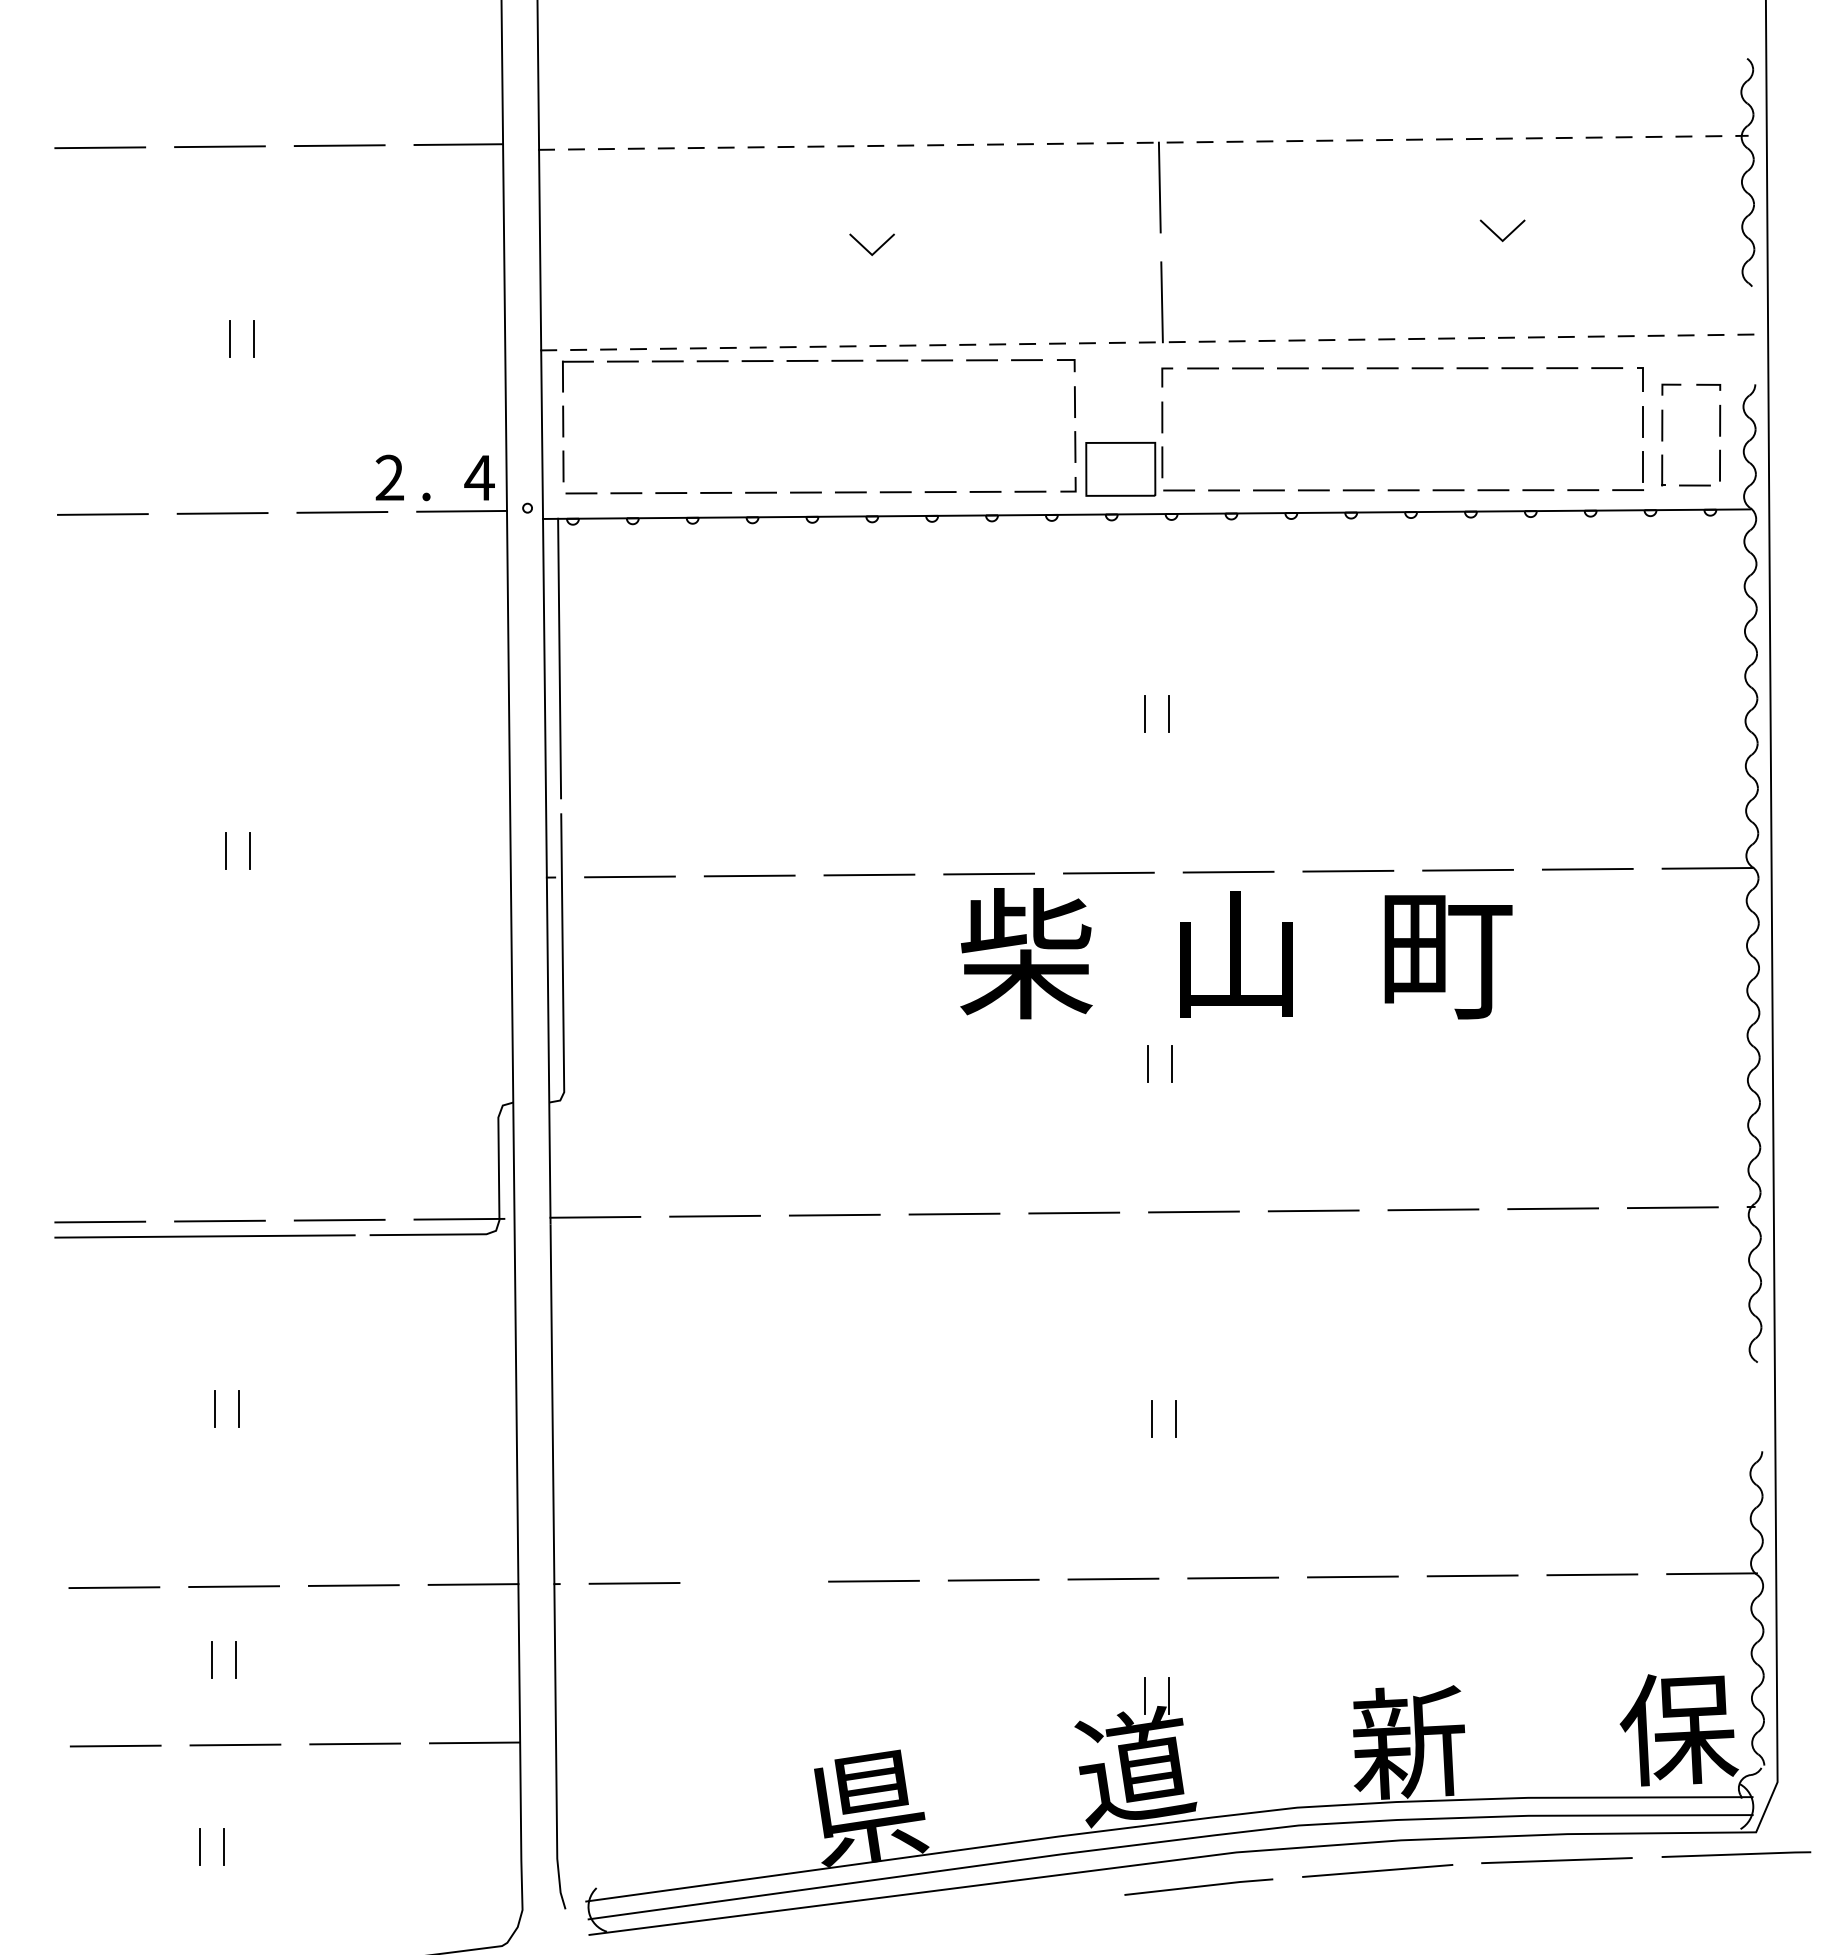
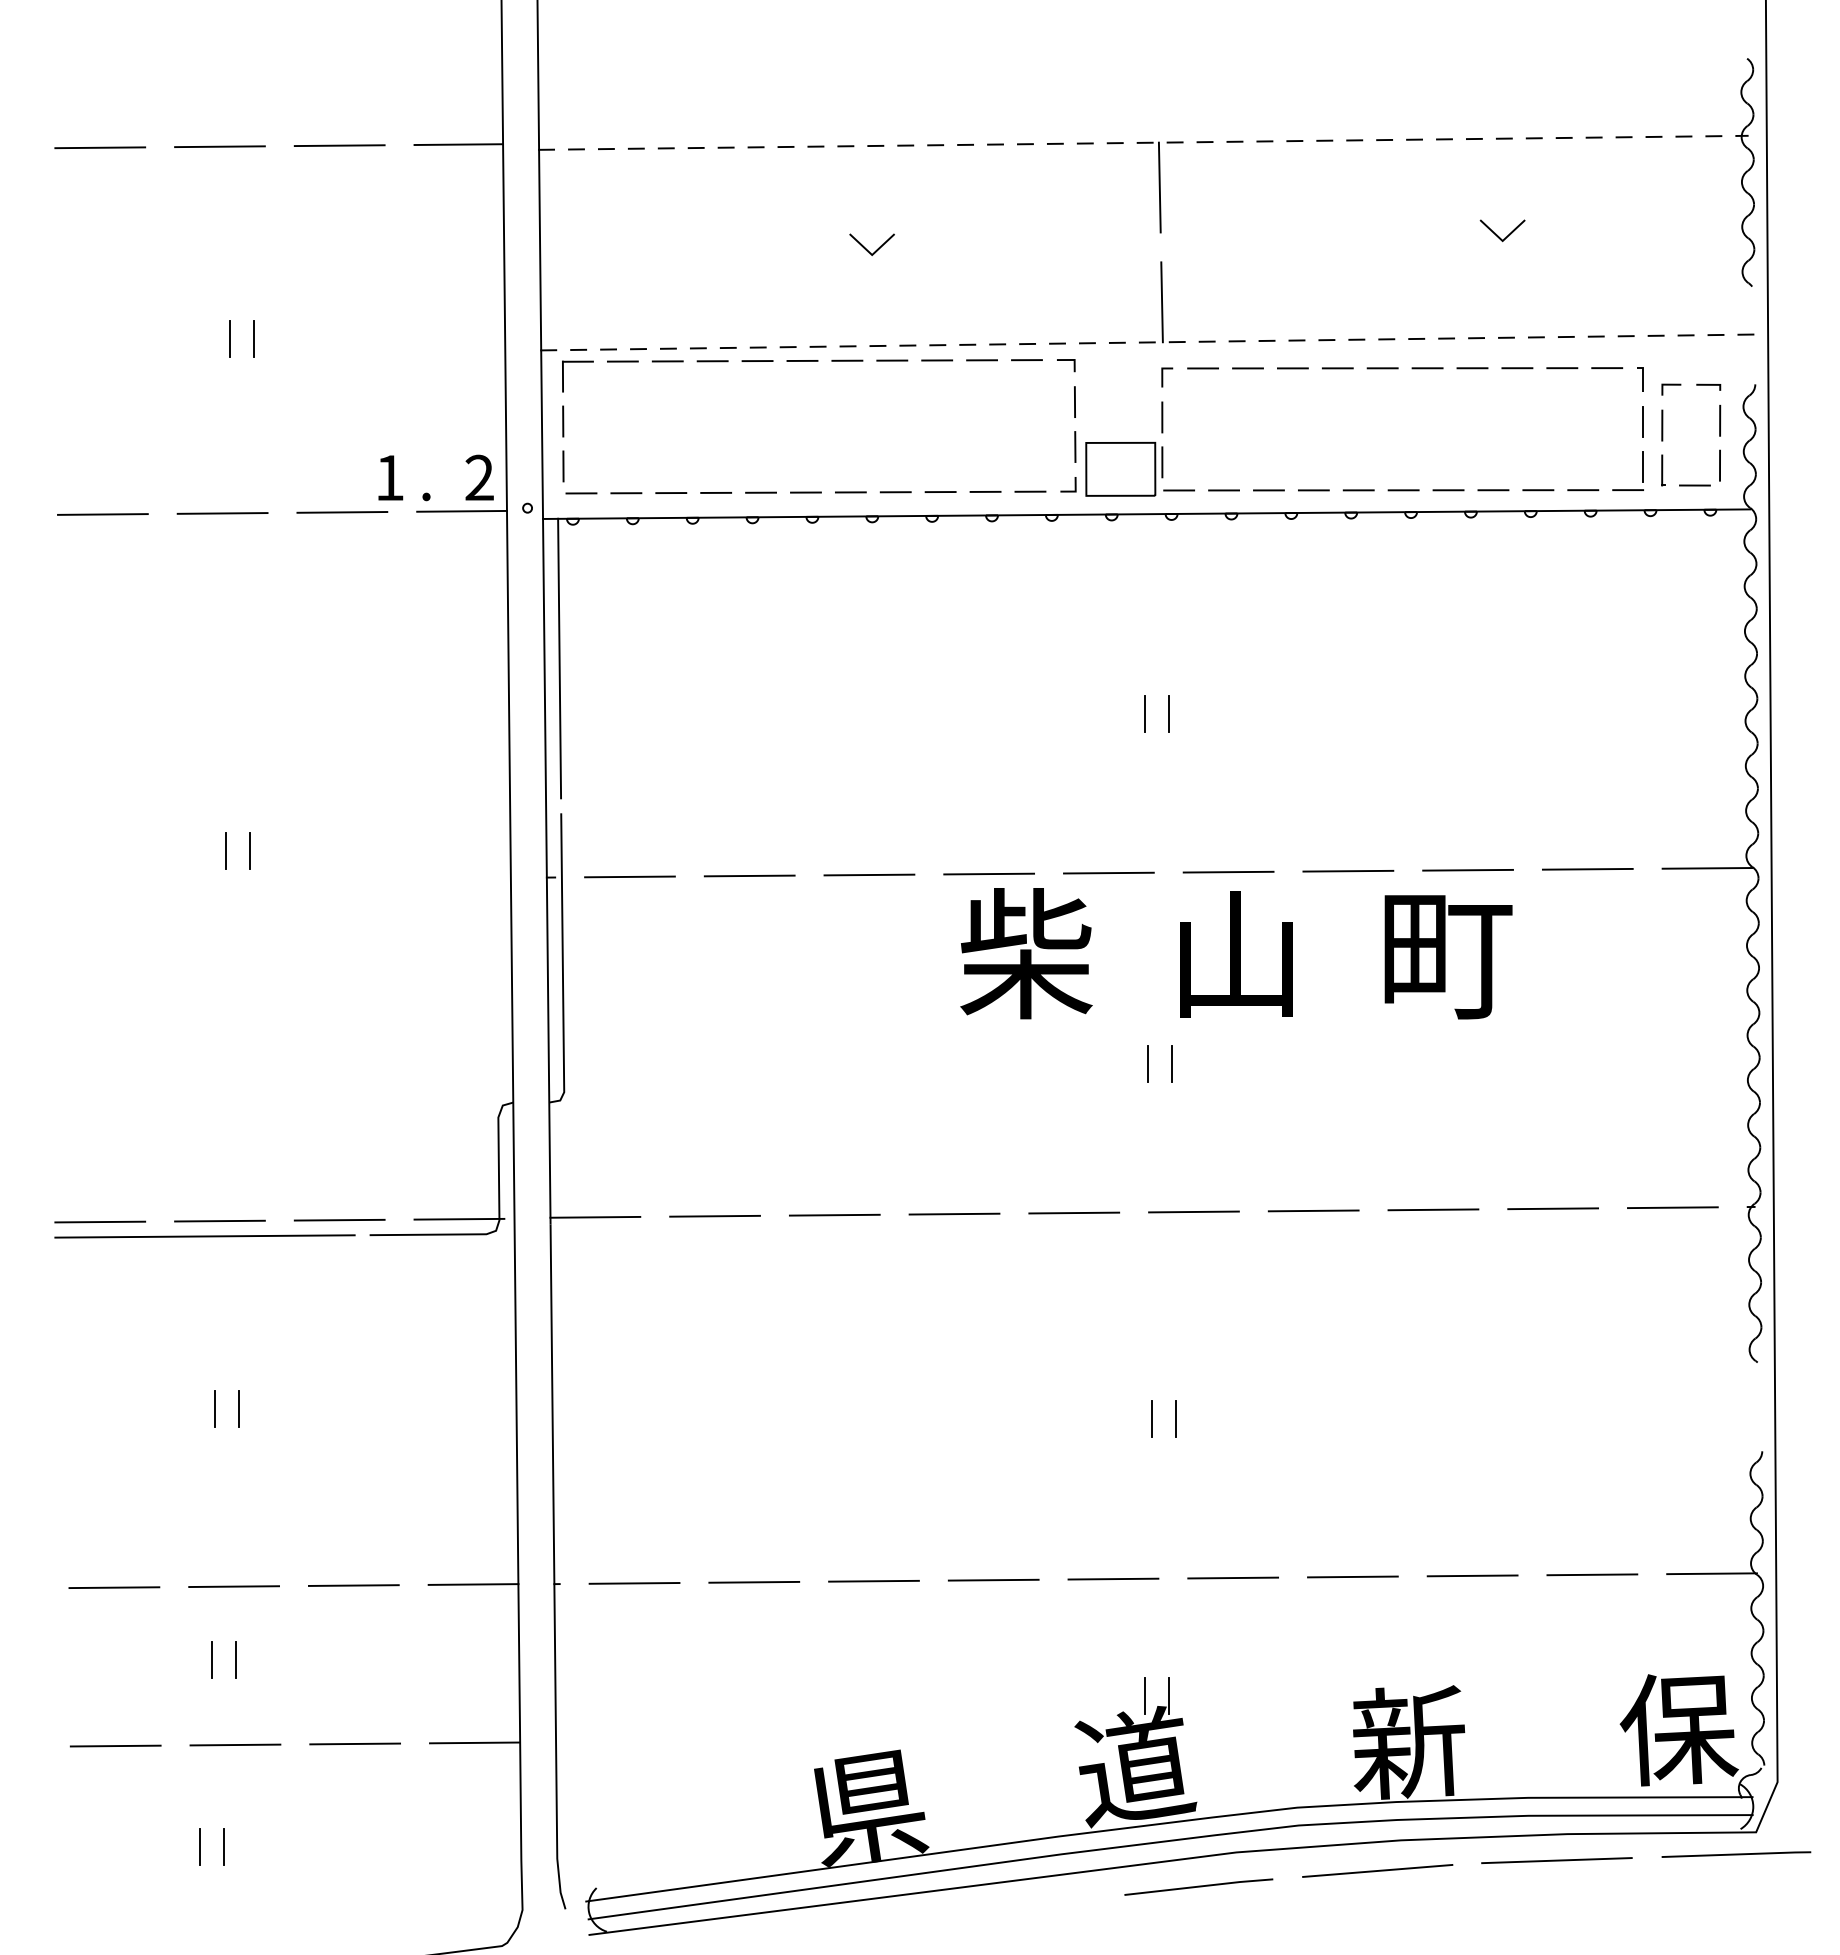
text at (389, 477): 2 -> 1
text at (479, 477): 4 -> 2
line at (754, 1581): none -> present
